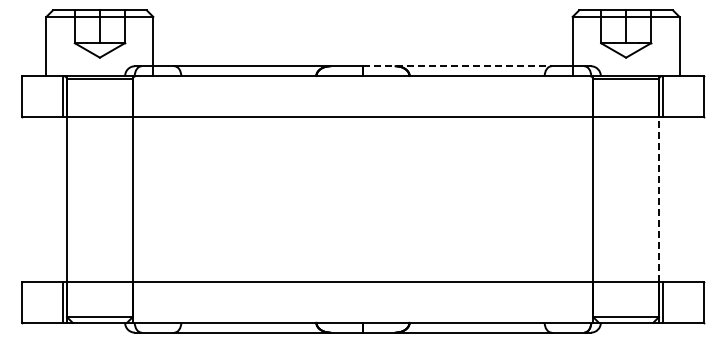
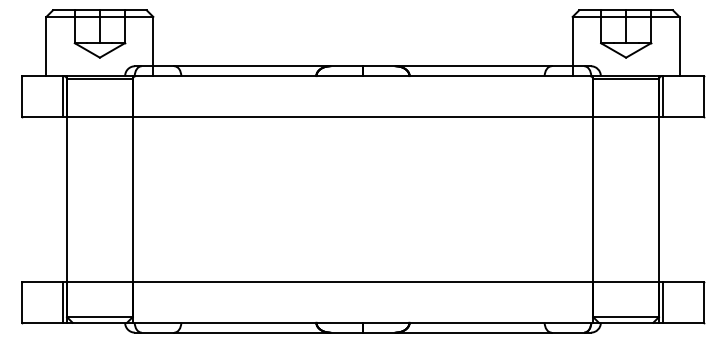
line at (457, 66): dashed -> solid
line at (658, 198): dashed -> solid
